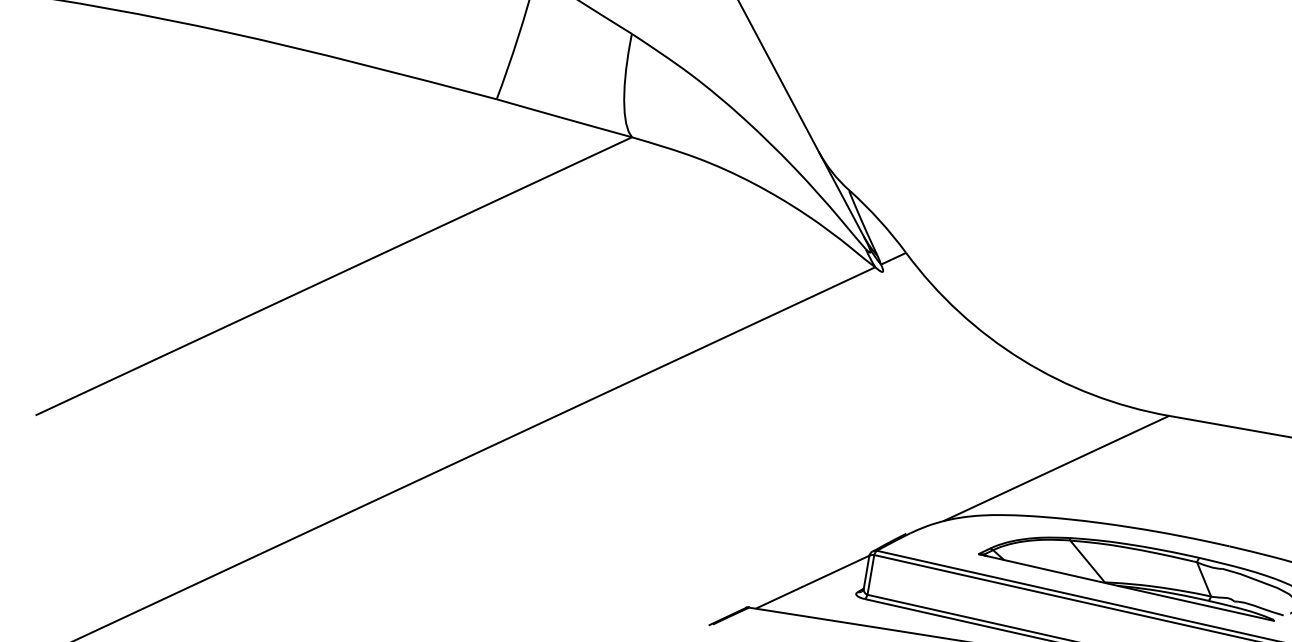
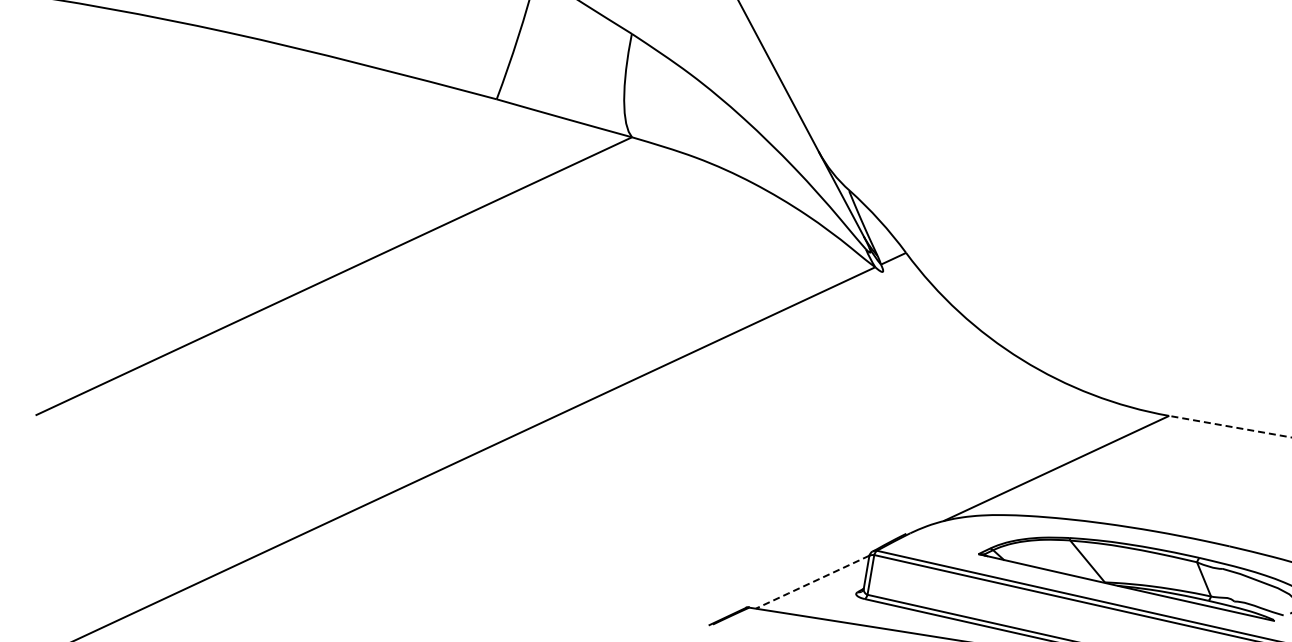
line at (1230, 426): solid -> dashed
line at (812, 582): solid -> dashed
